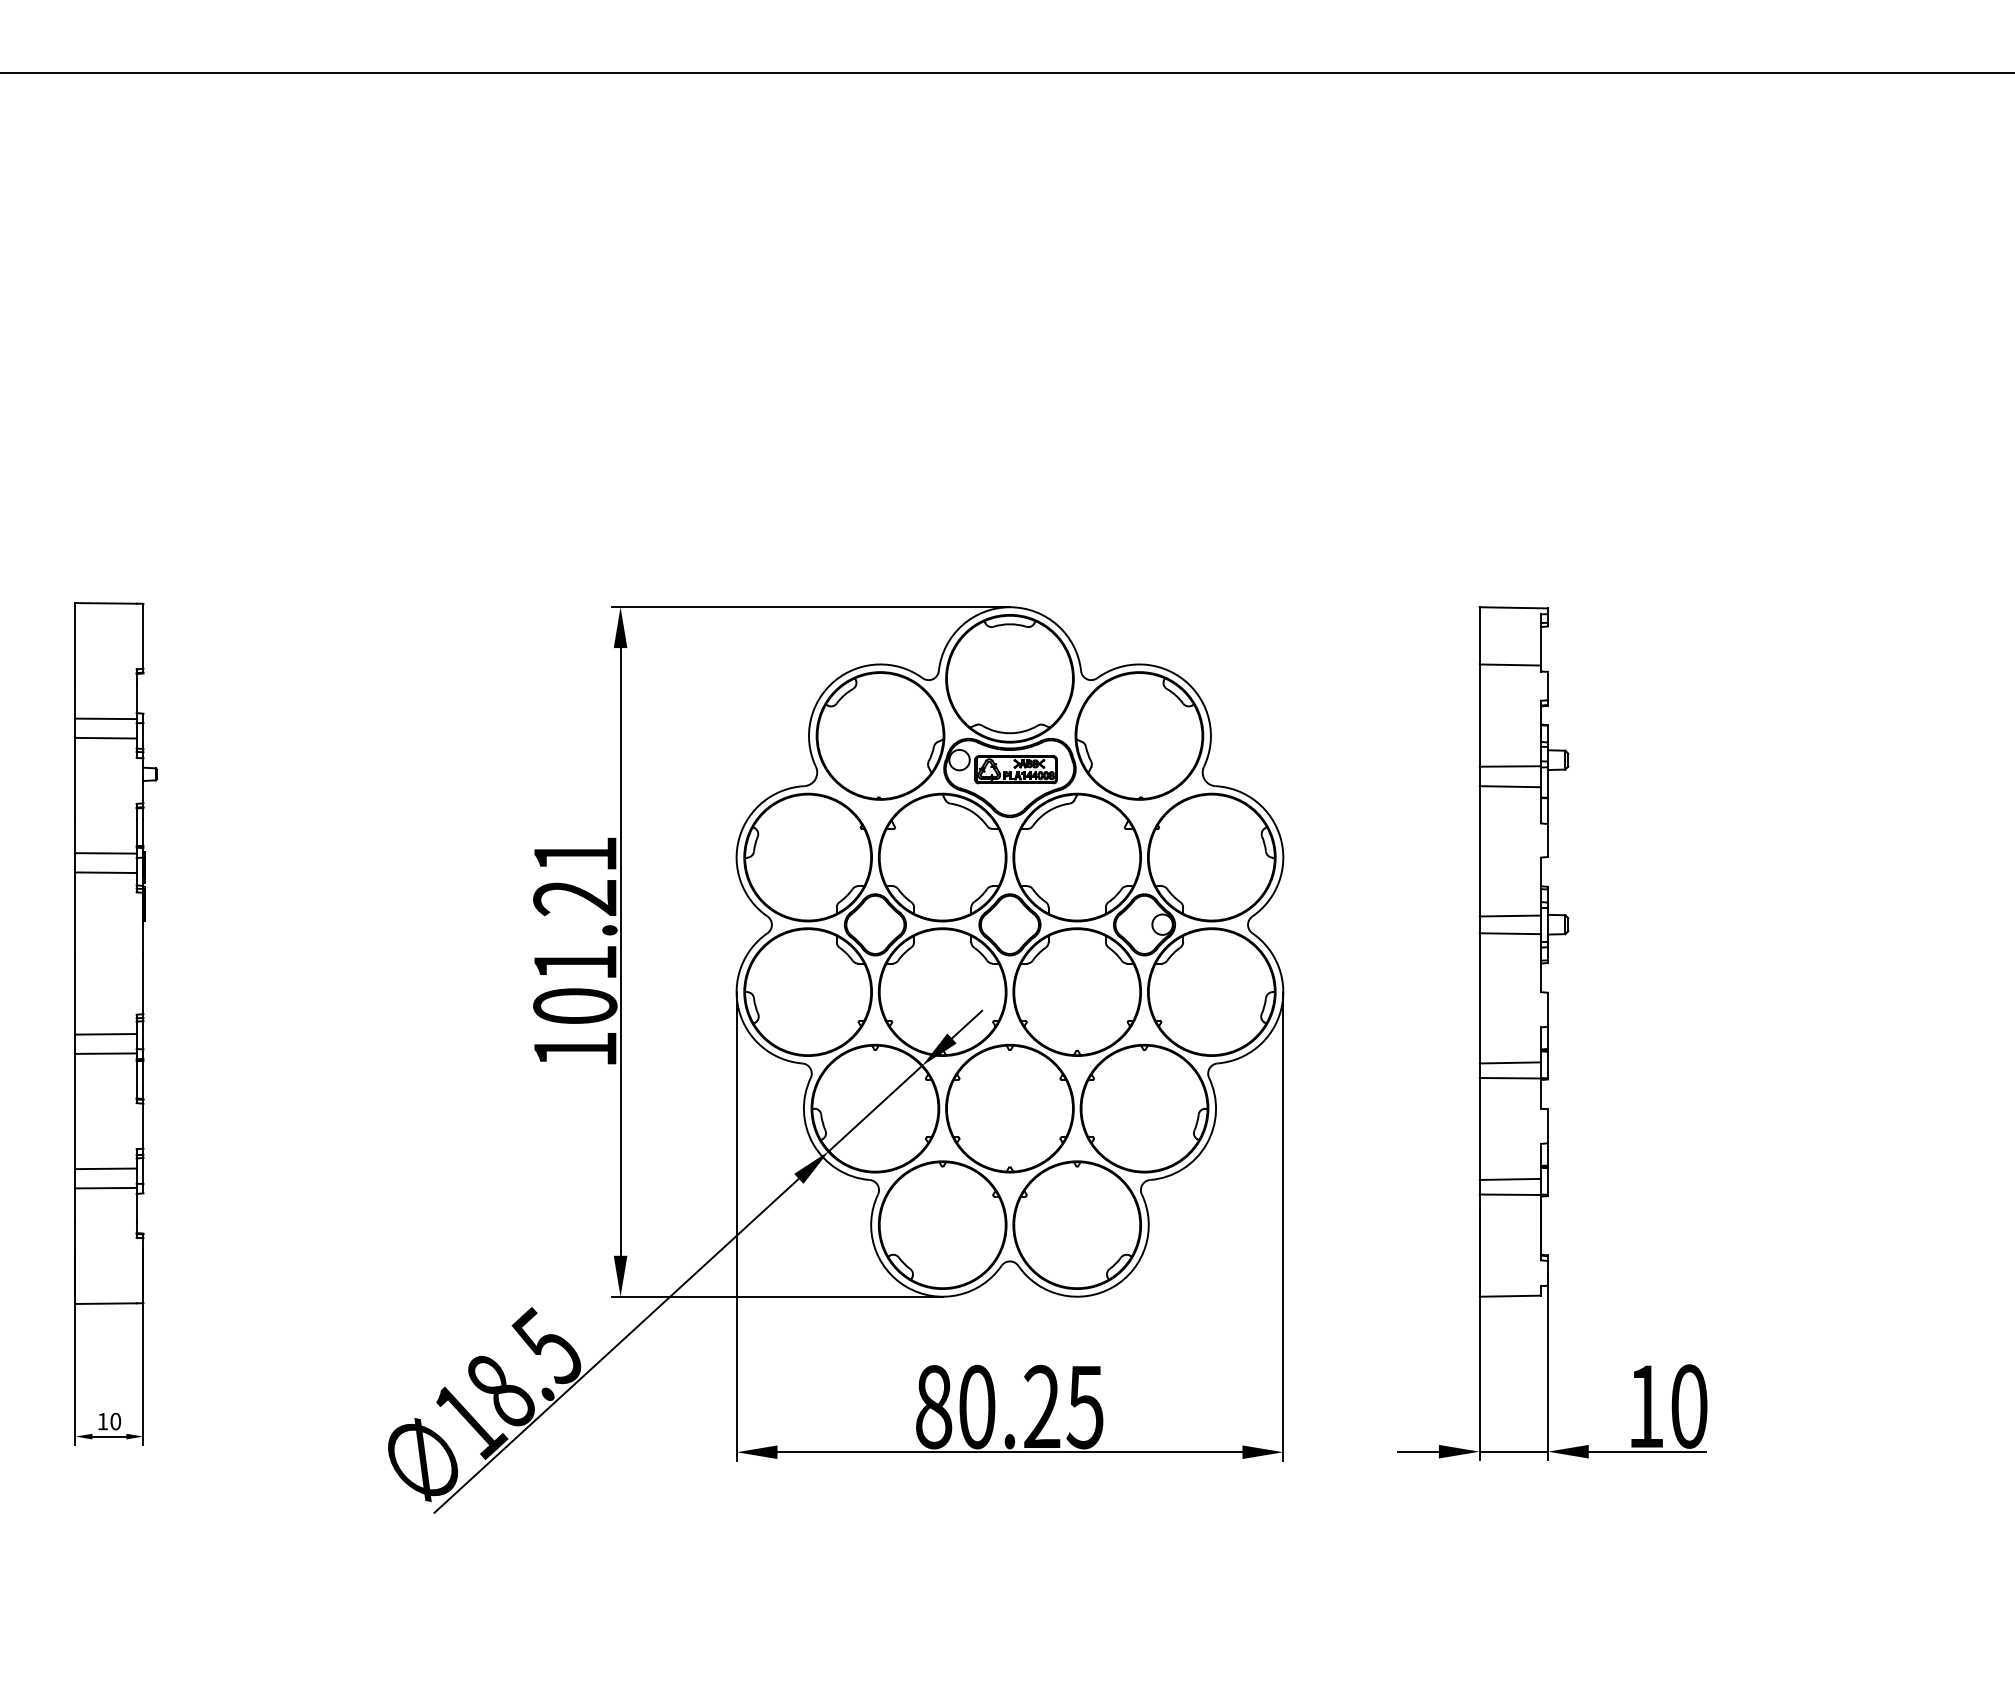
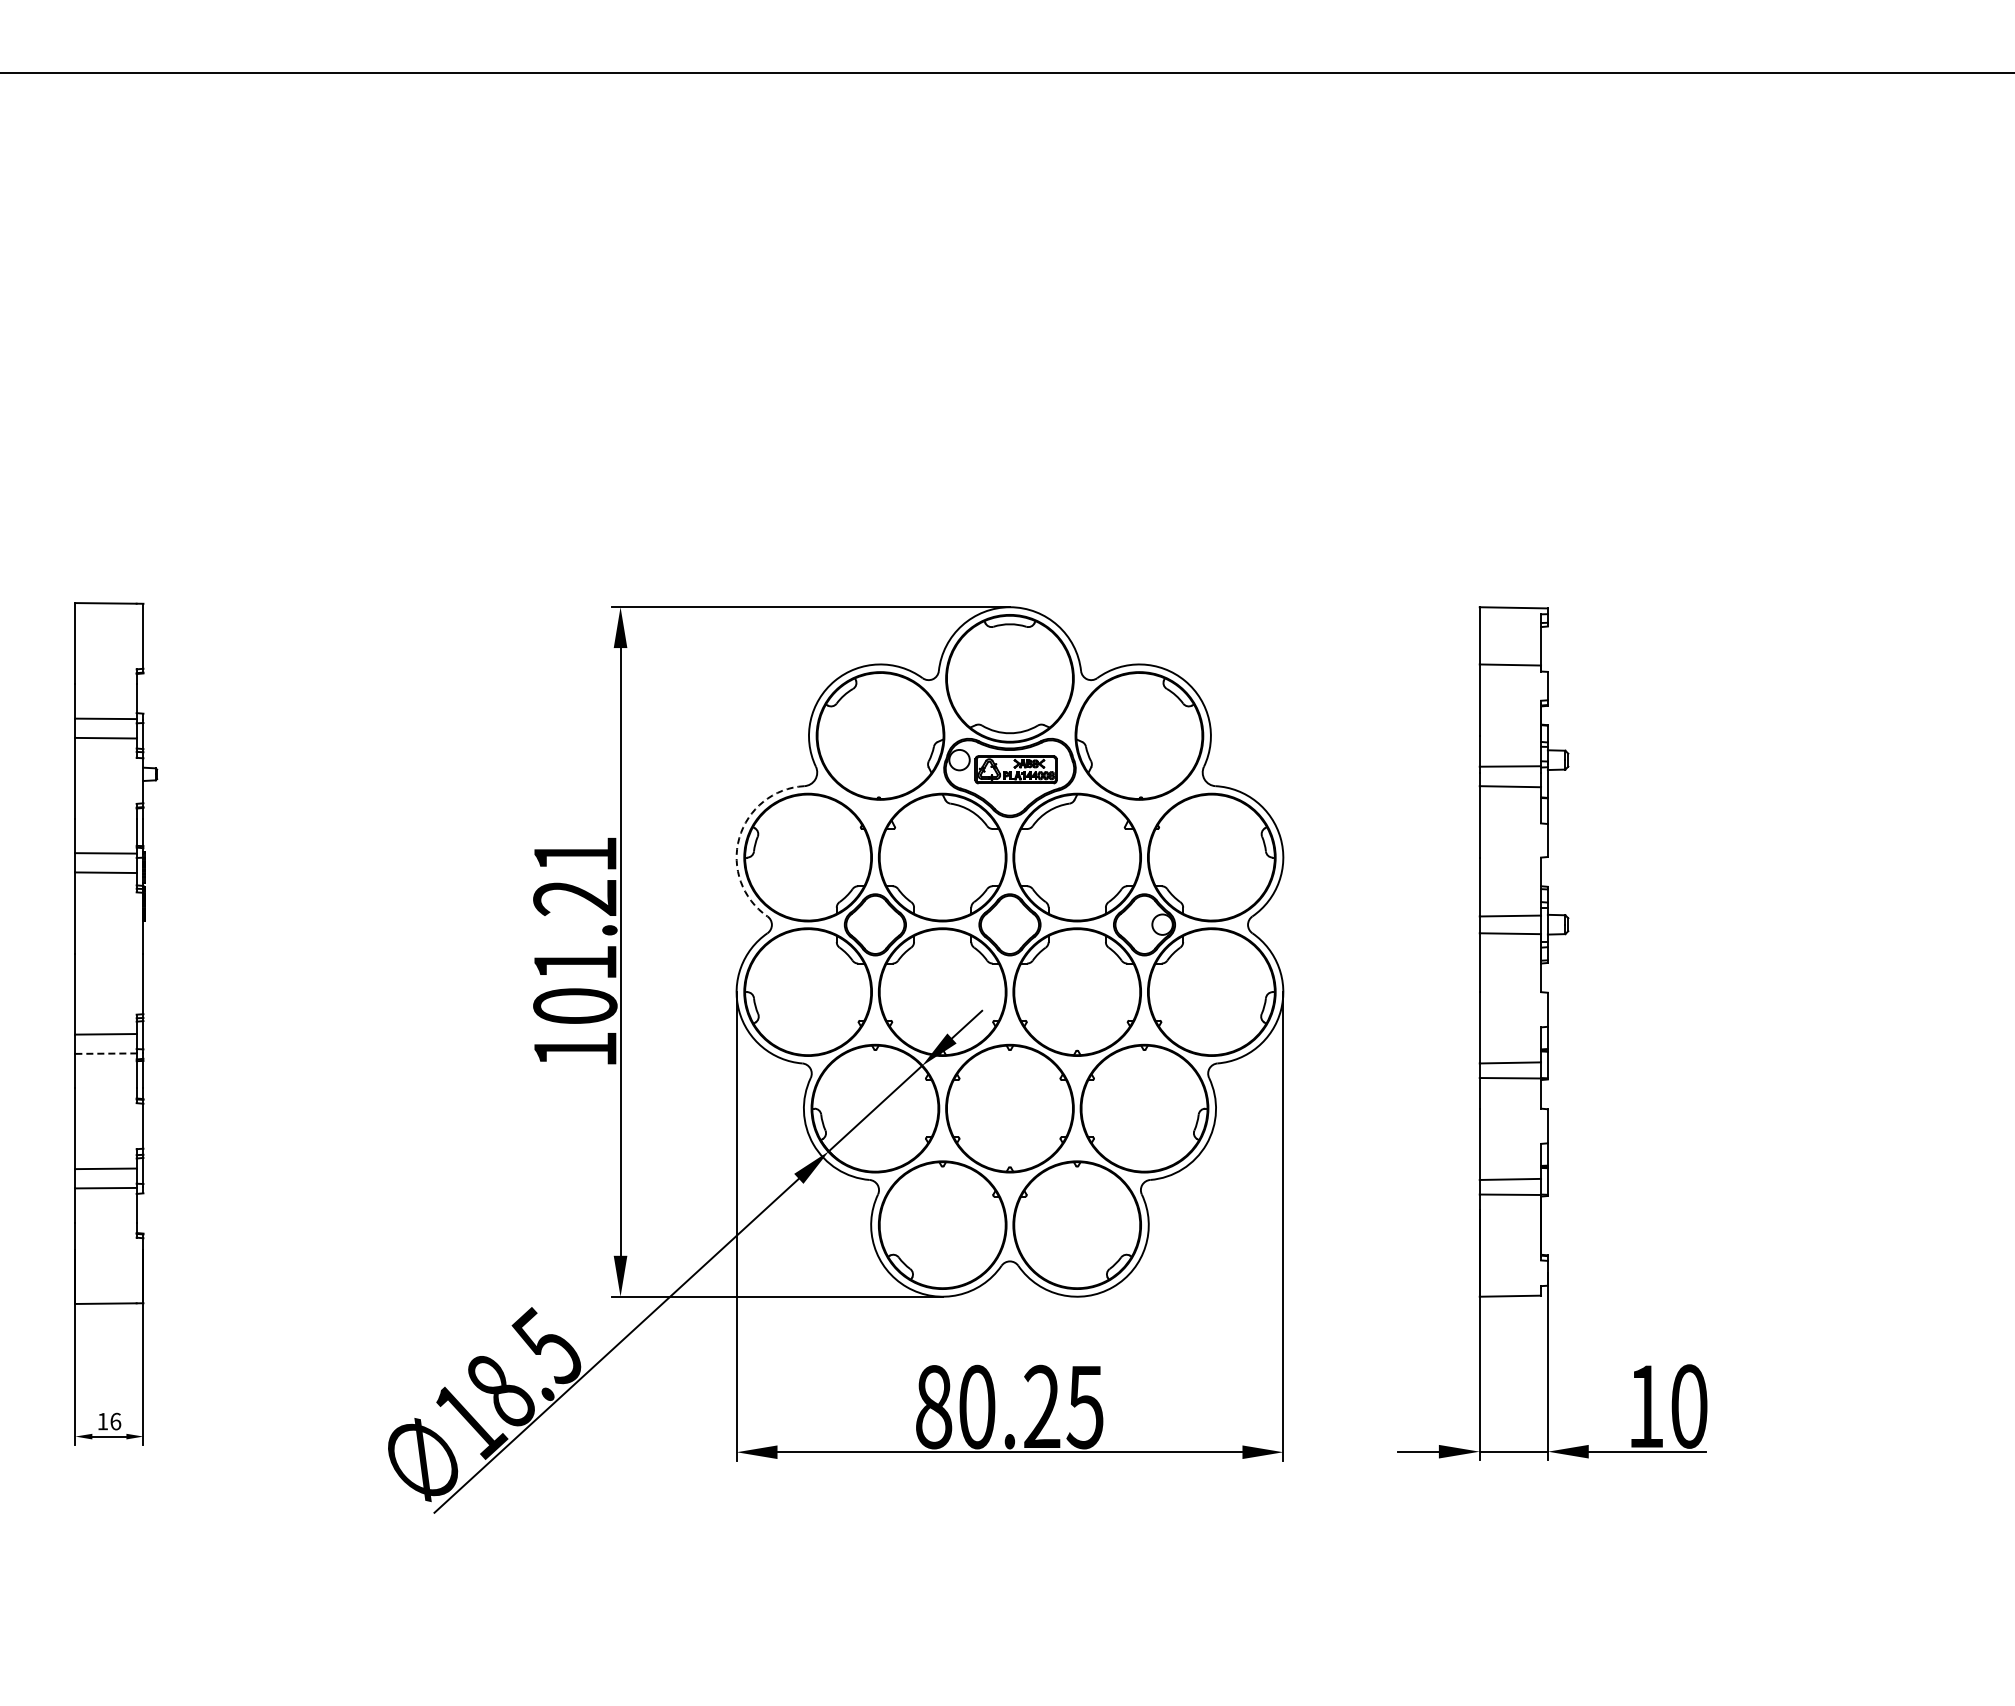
arc at (739, 838): solid -> dashed
line at (105, 1053): solid -> dashed
text at (115, 1421): 10 -> 16
